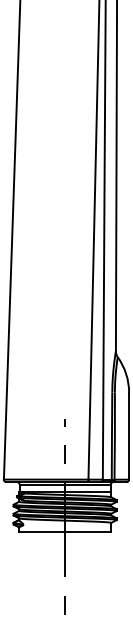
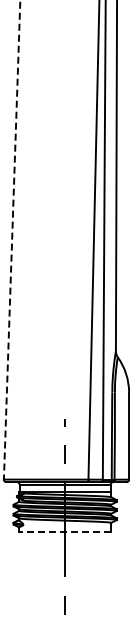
line at (12, 240): solid -> dashed
line at (64, 532): solid -> dashed
